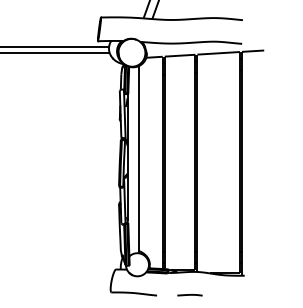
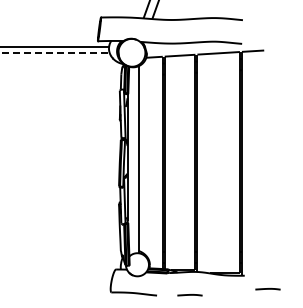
line at (54, 53): solid -> dashed
line at (267, 289): none -> present
